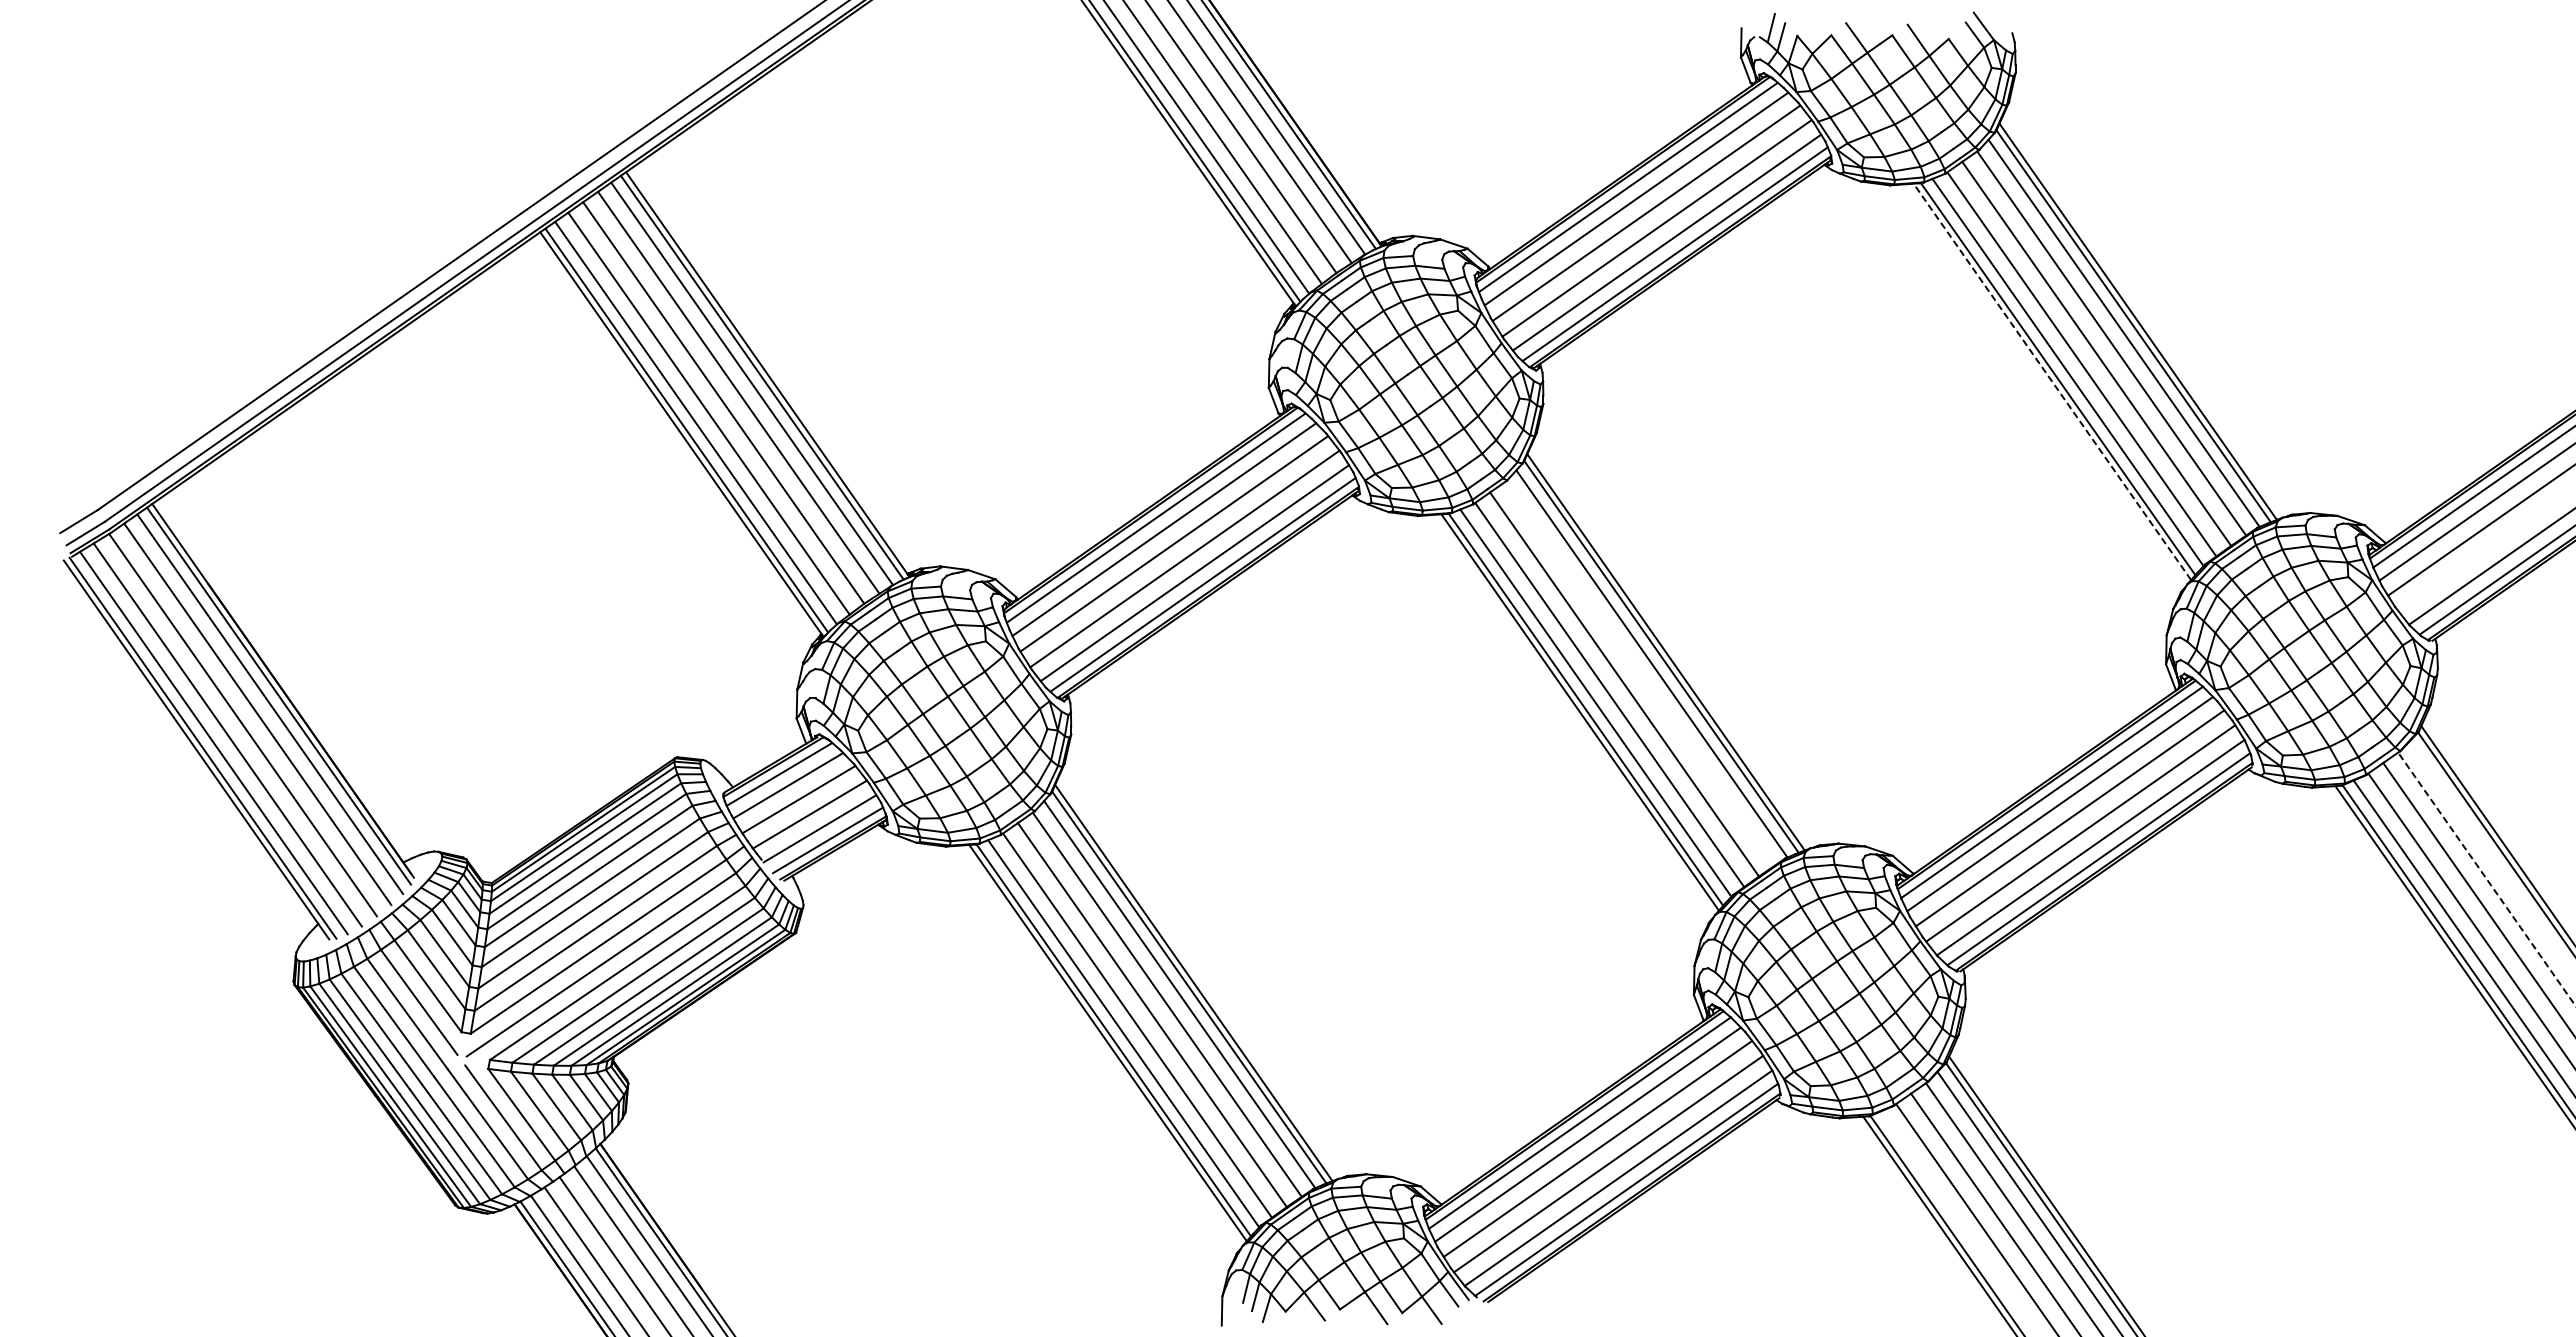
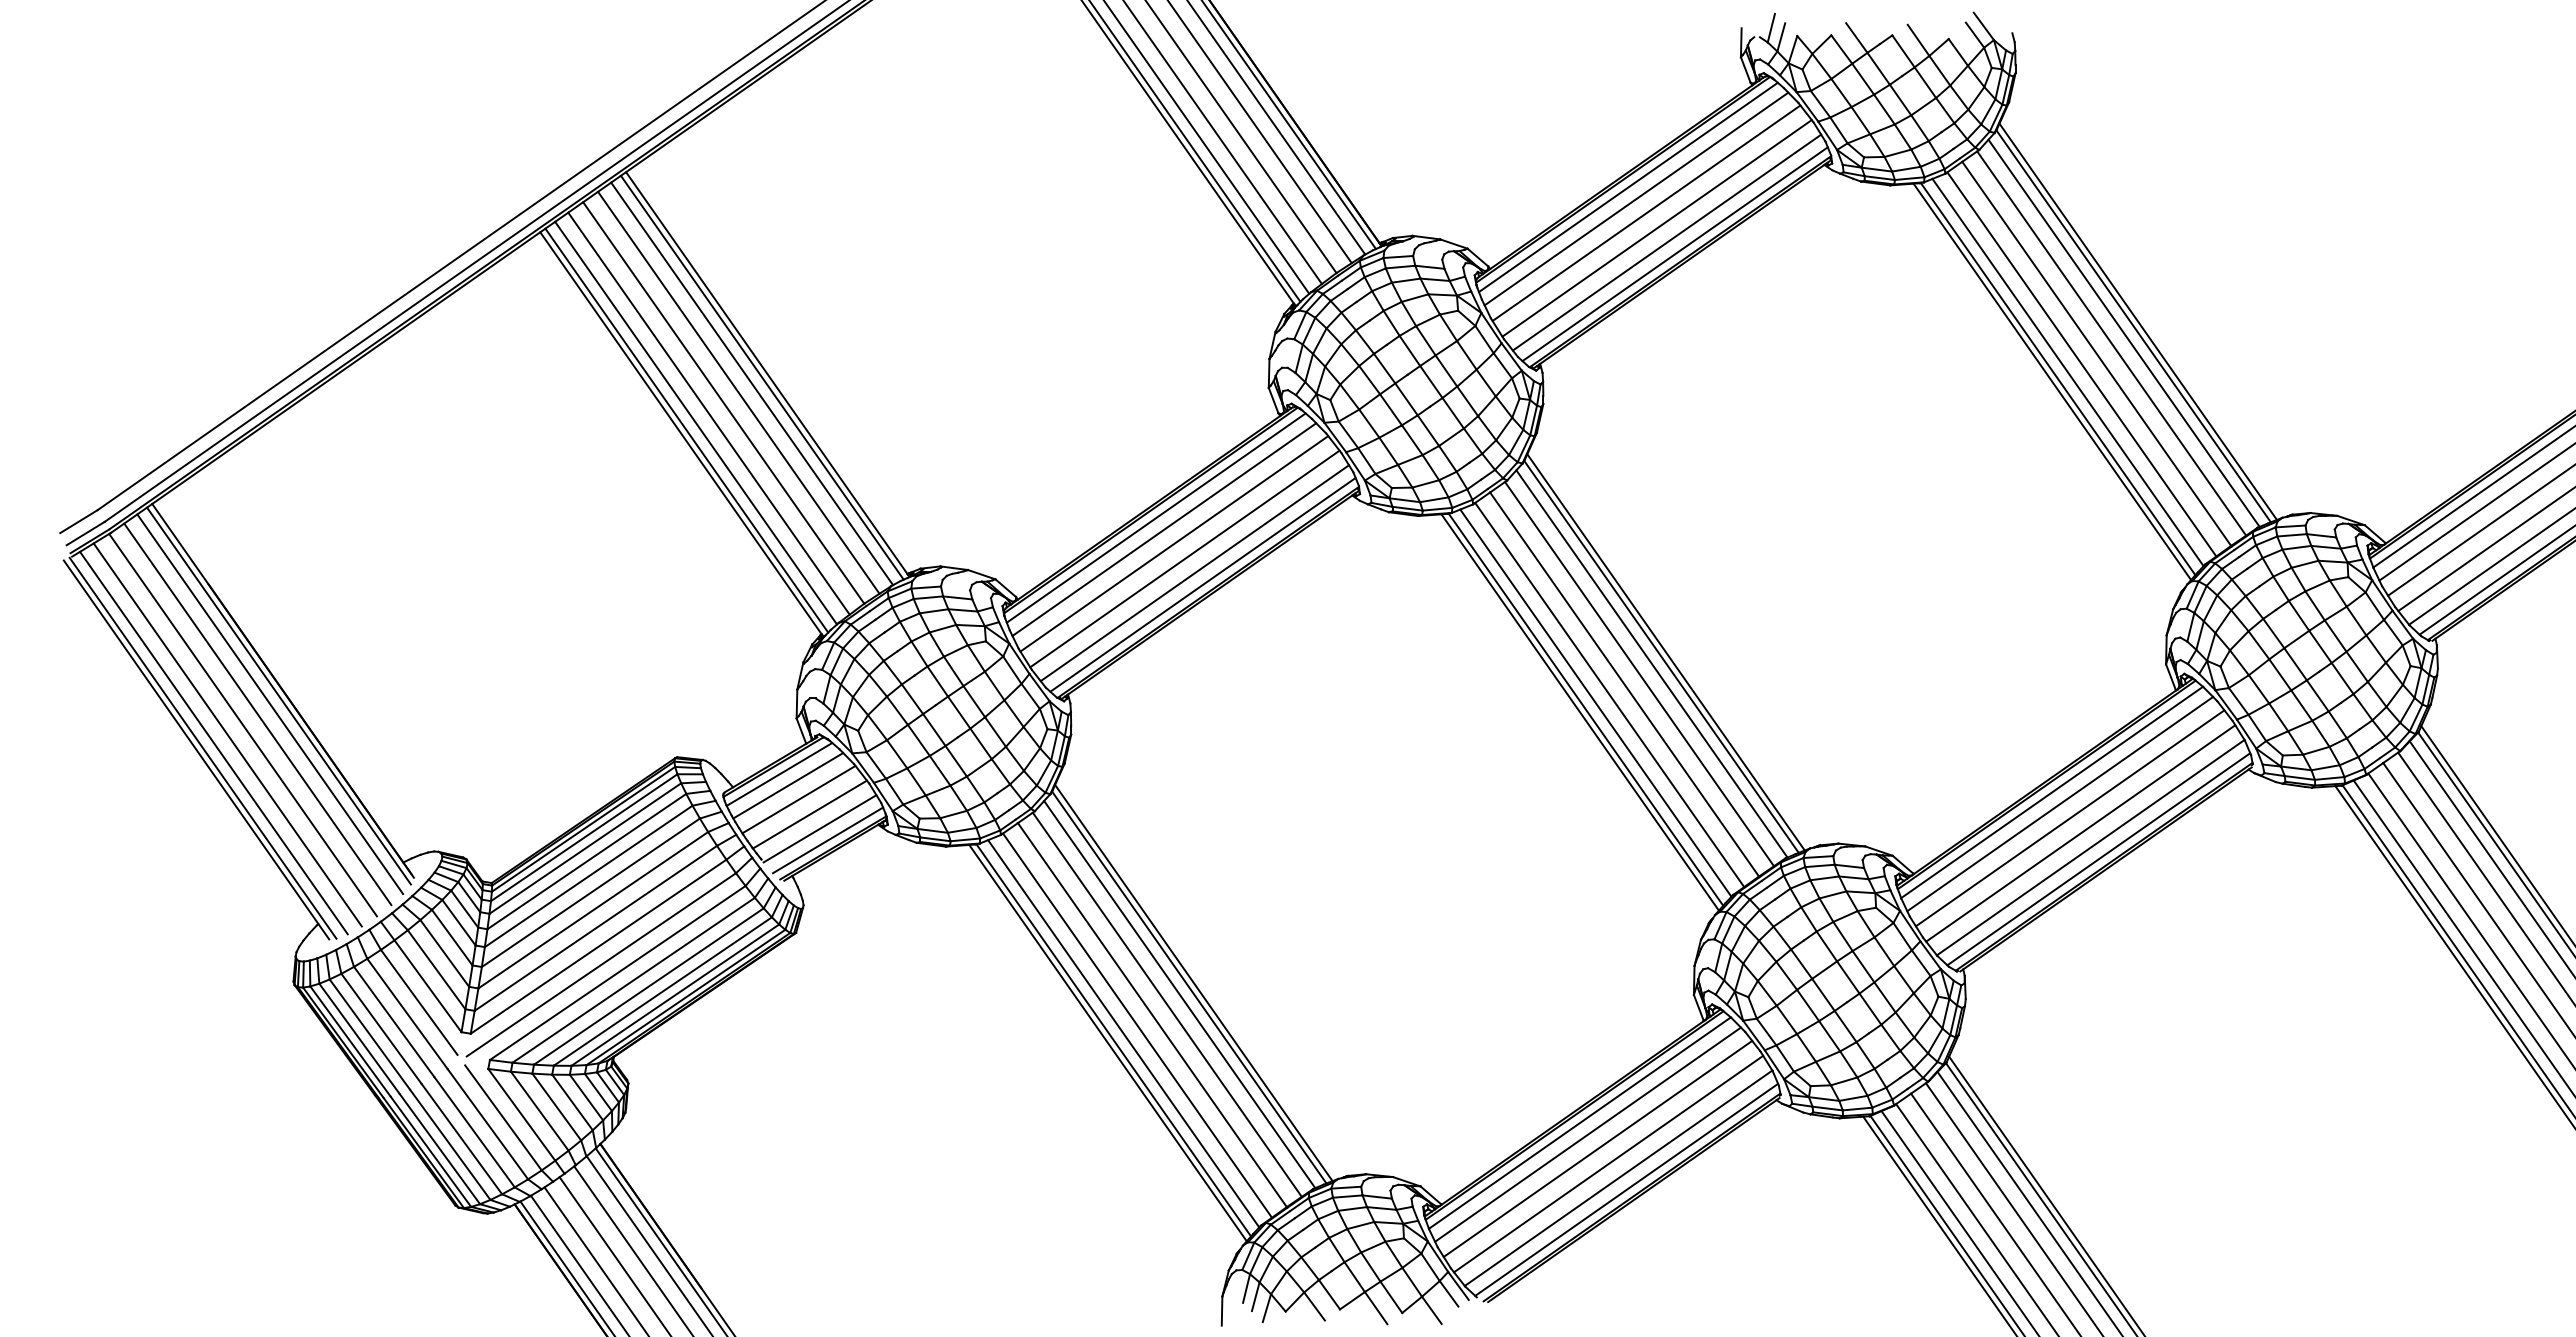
line at (2052, 381): dashed -> solid
line at (2485, 549): none -> present
line at (1639, 674): none -> present
line at (2490, 857): none -> present
line at (2487, 879): dashed -> solid
line at (1959, 1222): none -> present
